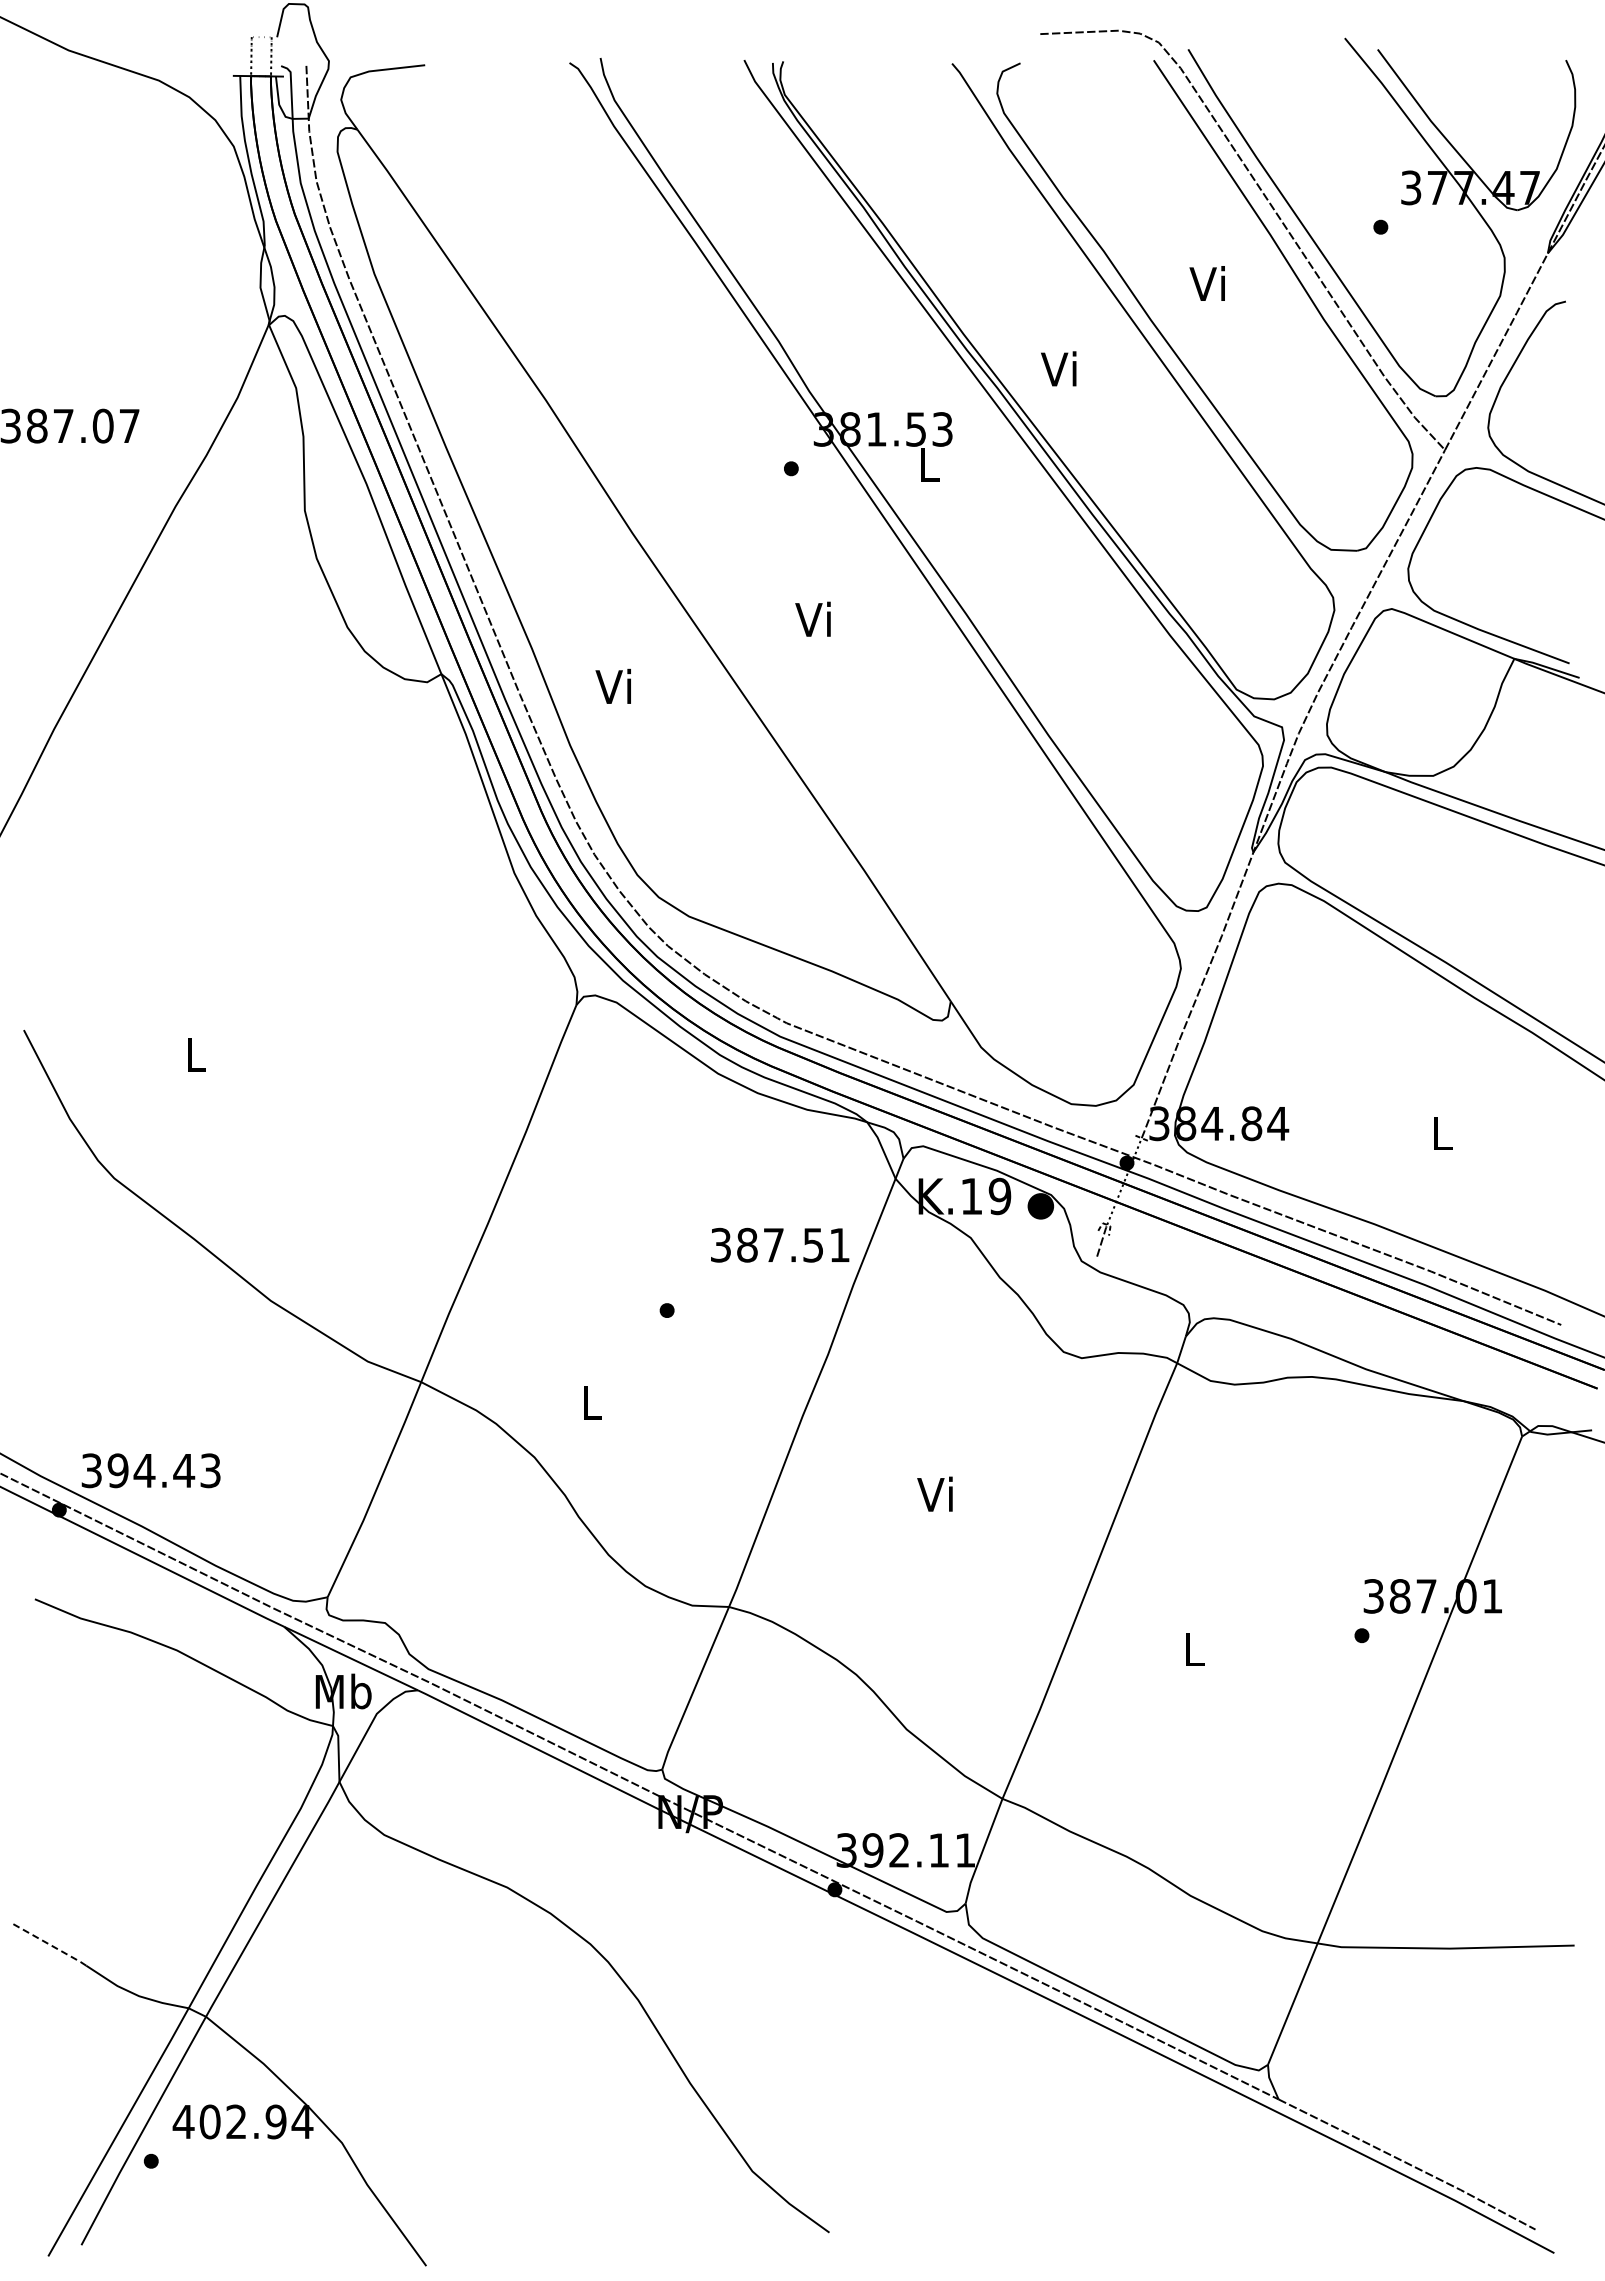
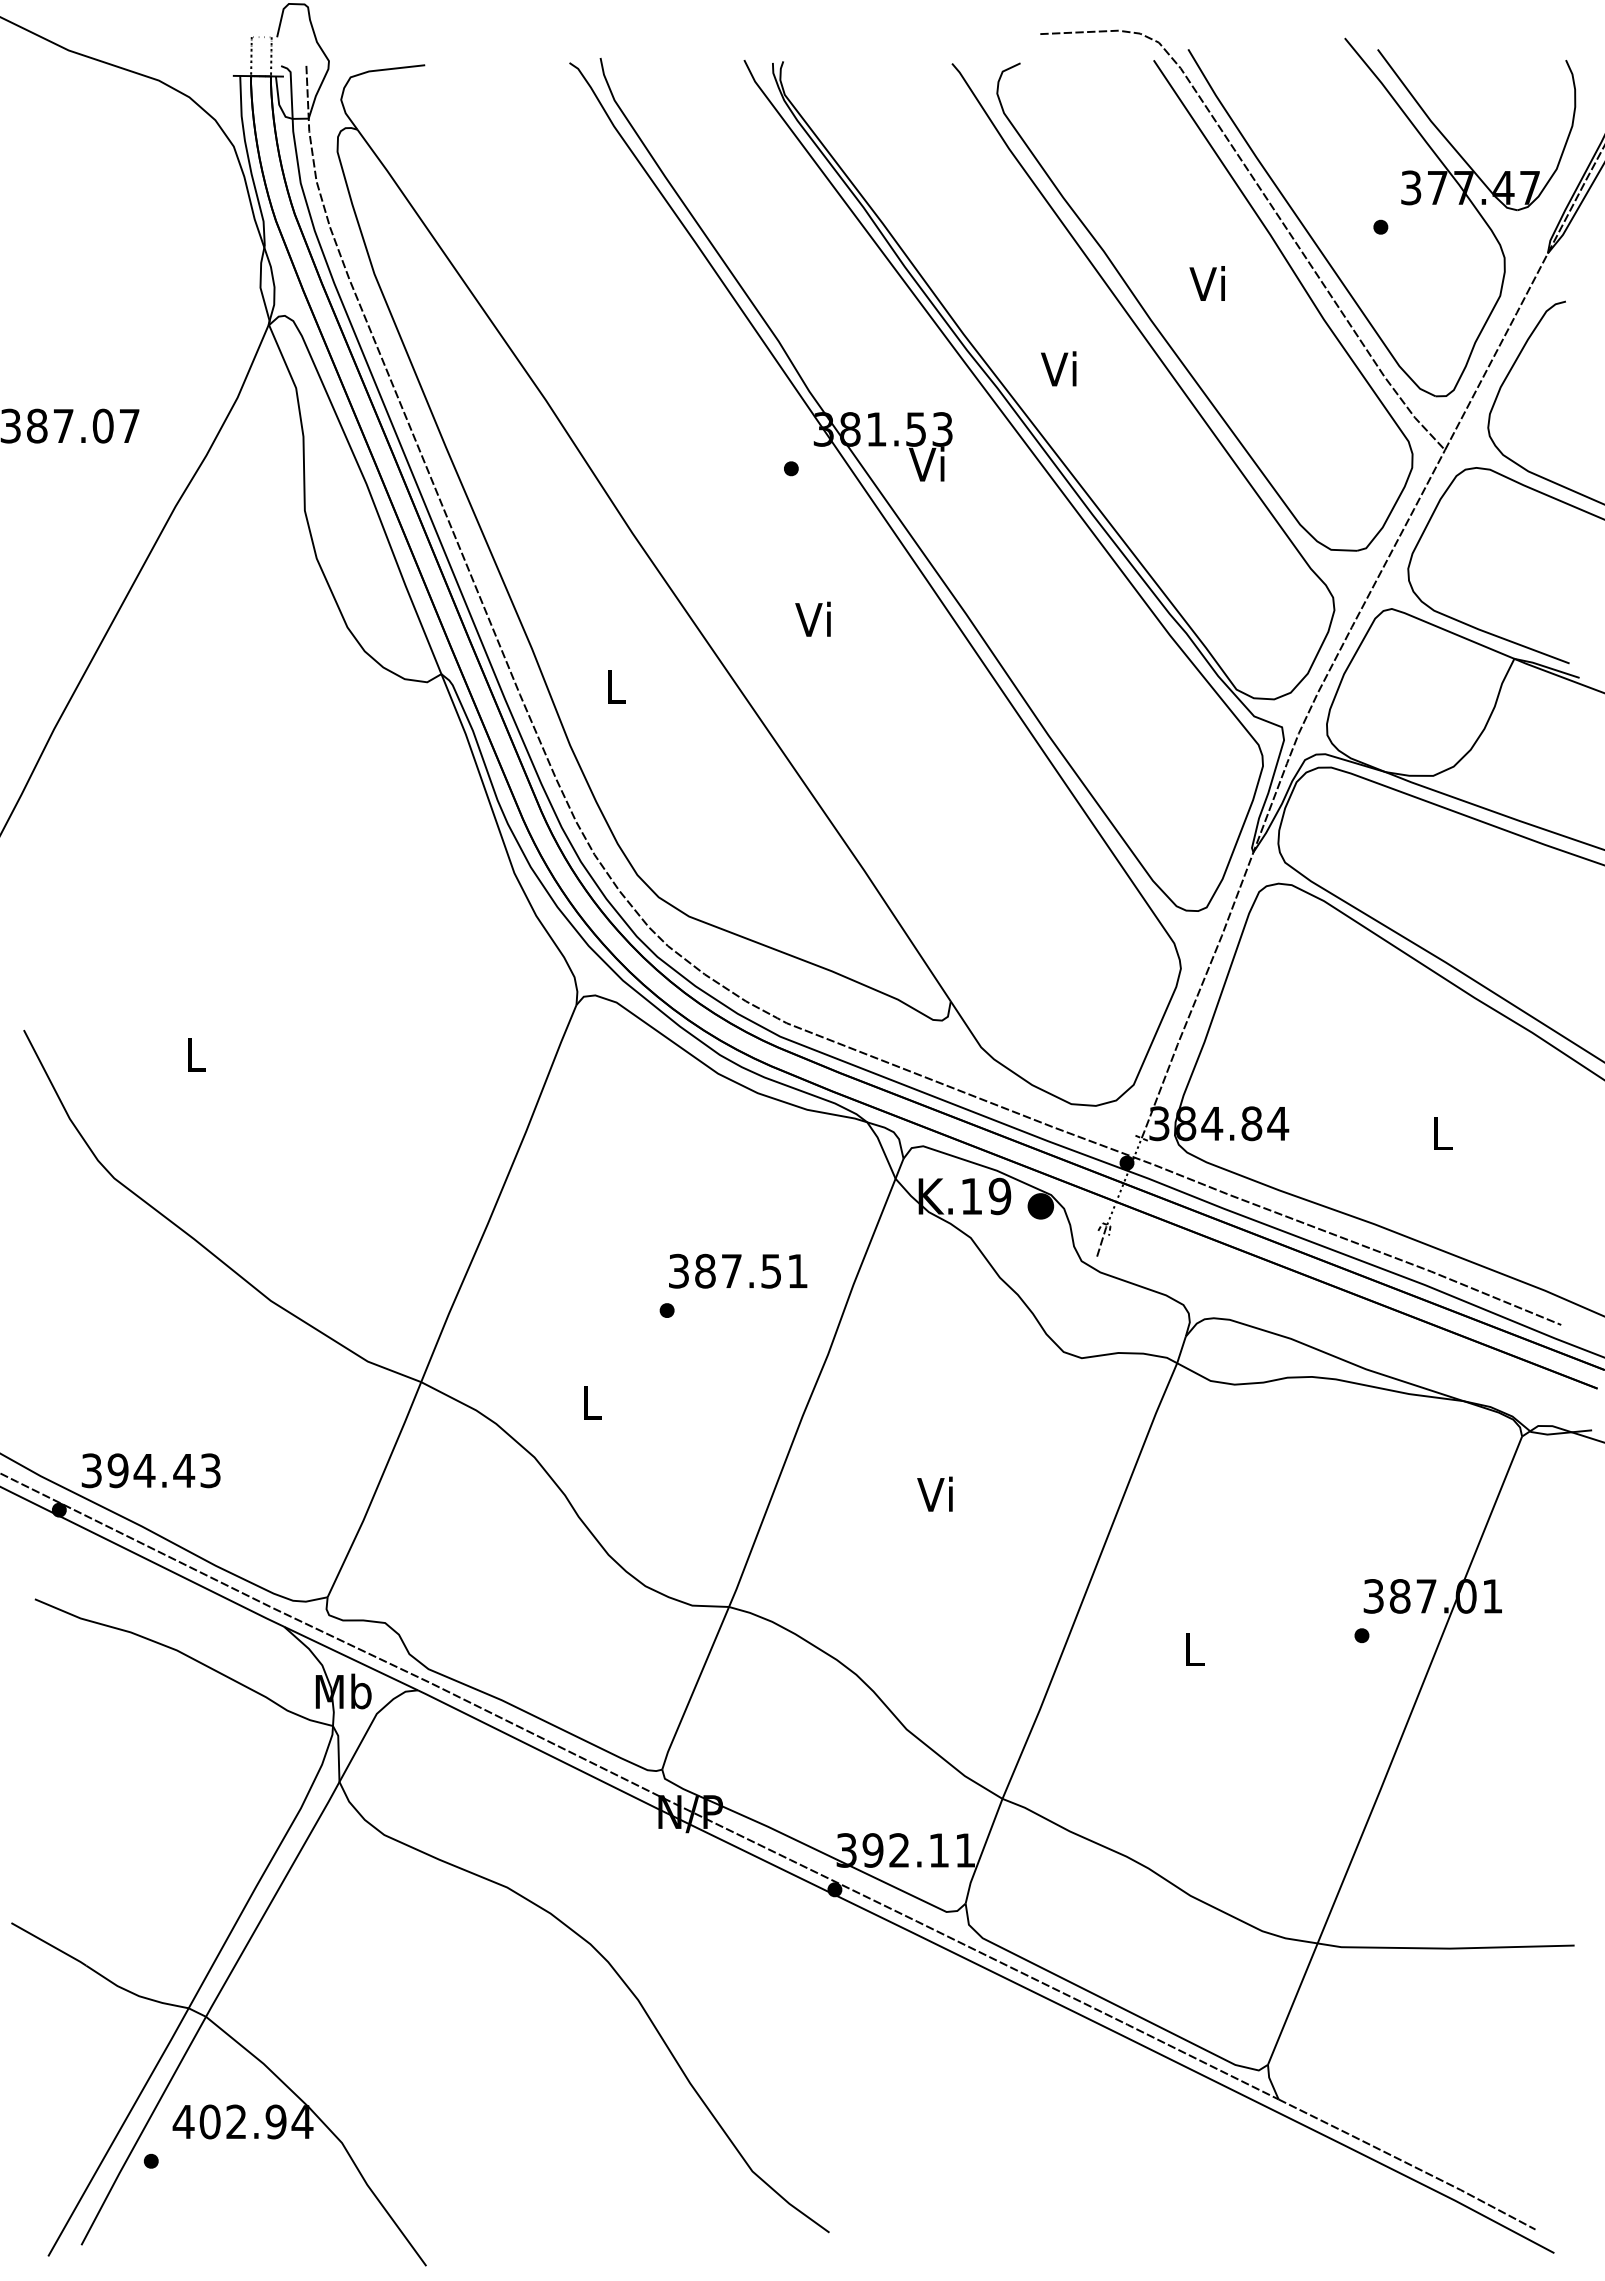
text at (926, 463): L -> Vi
text at (612, 685): Vi -> L
text at (780, 1244) position: (780, 1244) -> (738, 1270)
line at (49, 1944): dashed -> solid
